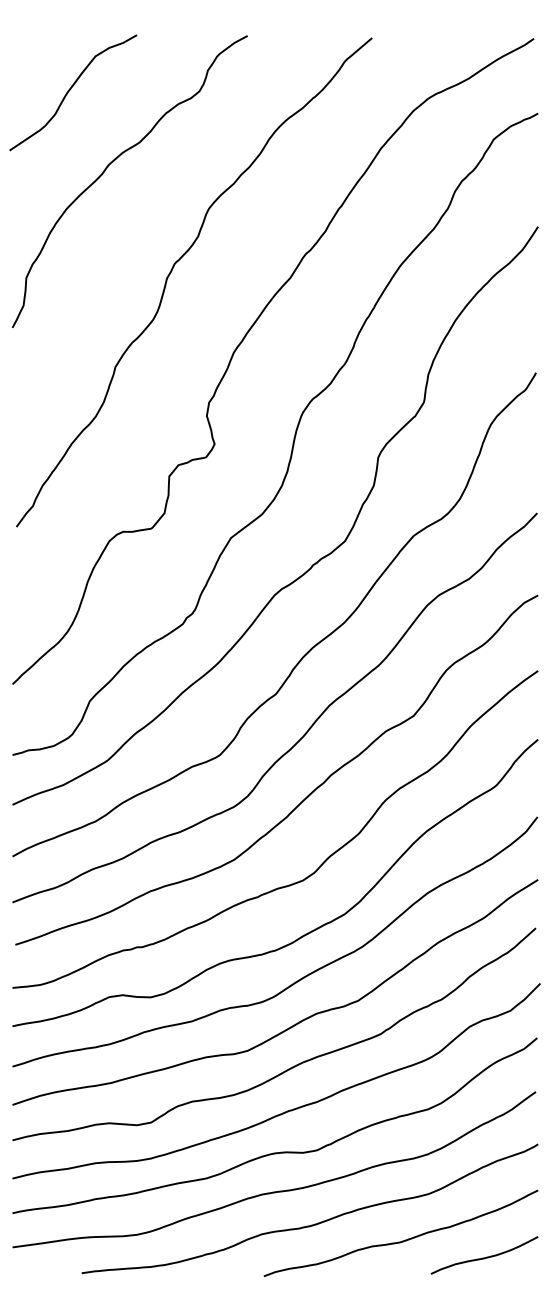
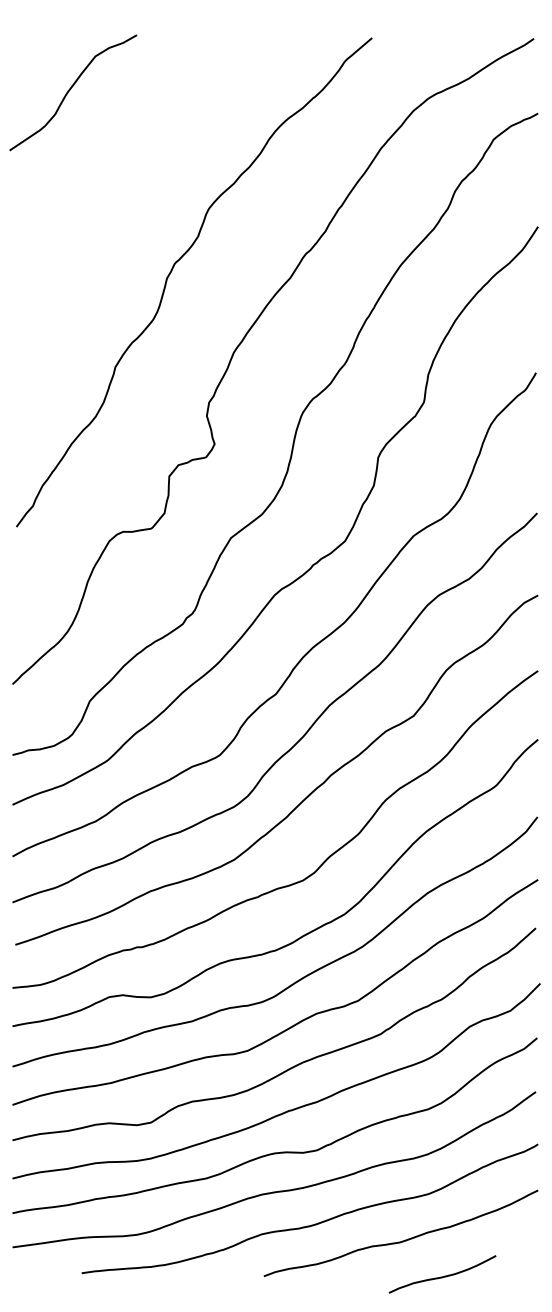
curve at (113, 162): present -> none
curve at (484, 1257) position: (484, 1257) -> (442, 1276)
